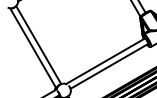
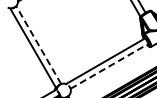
line at (38, 44): solid -> dashed
line at (109, 66): solid -> dashed
